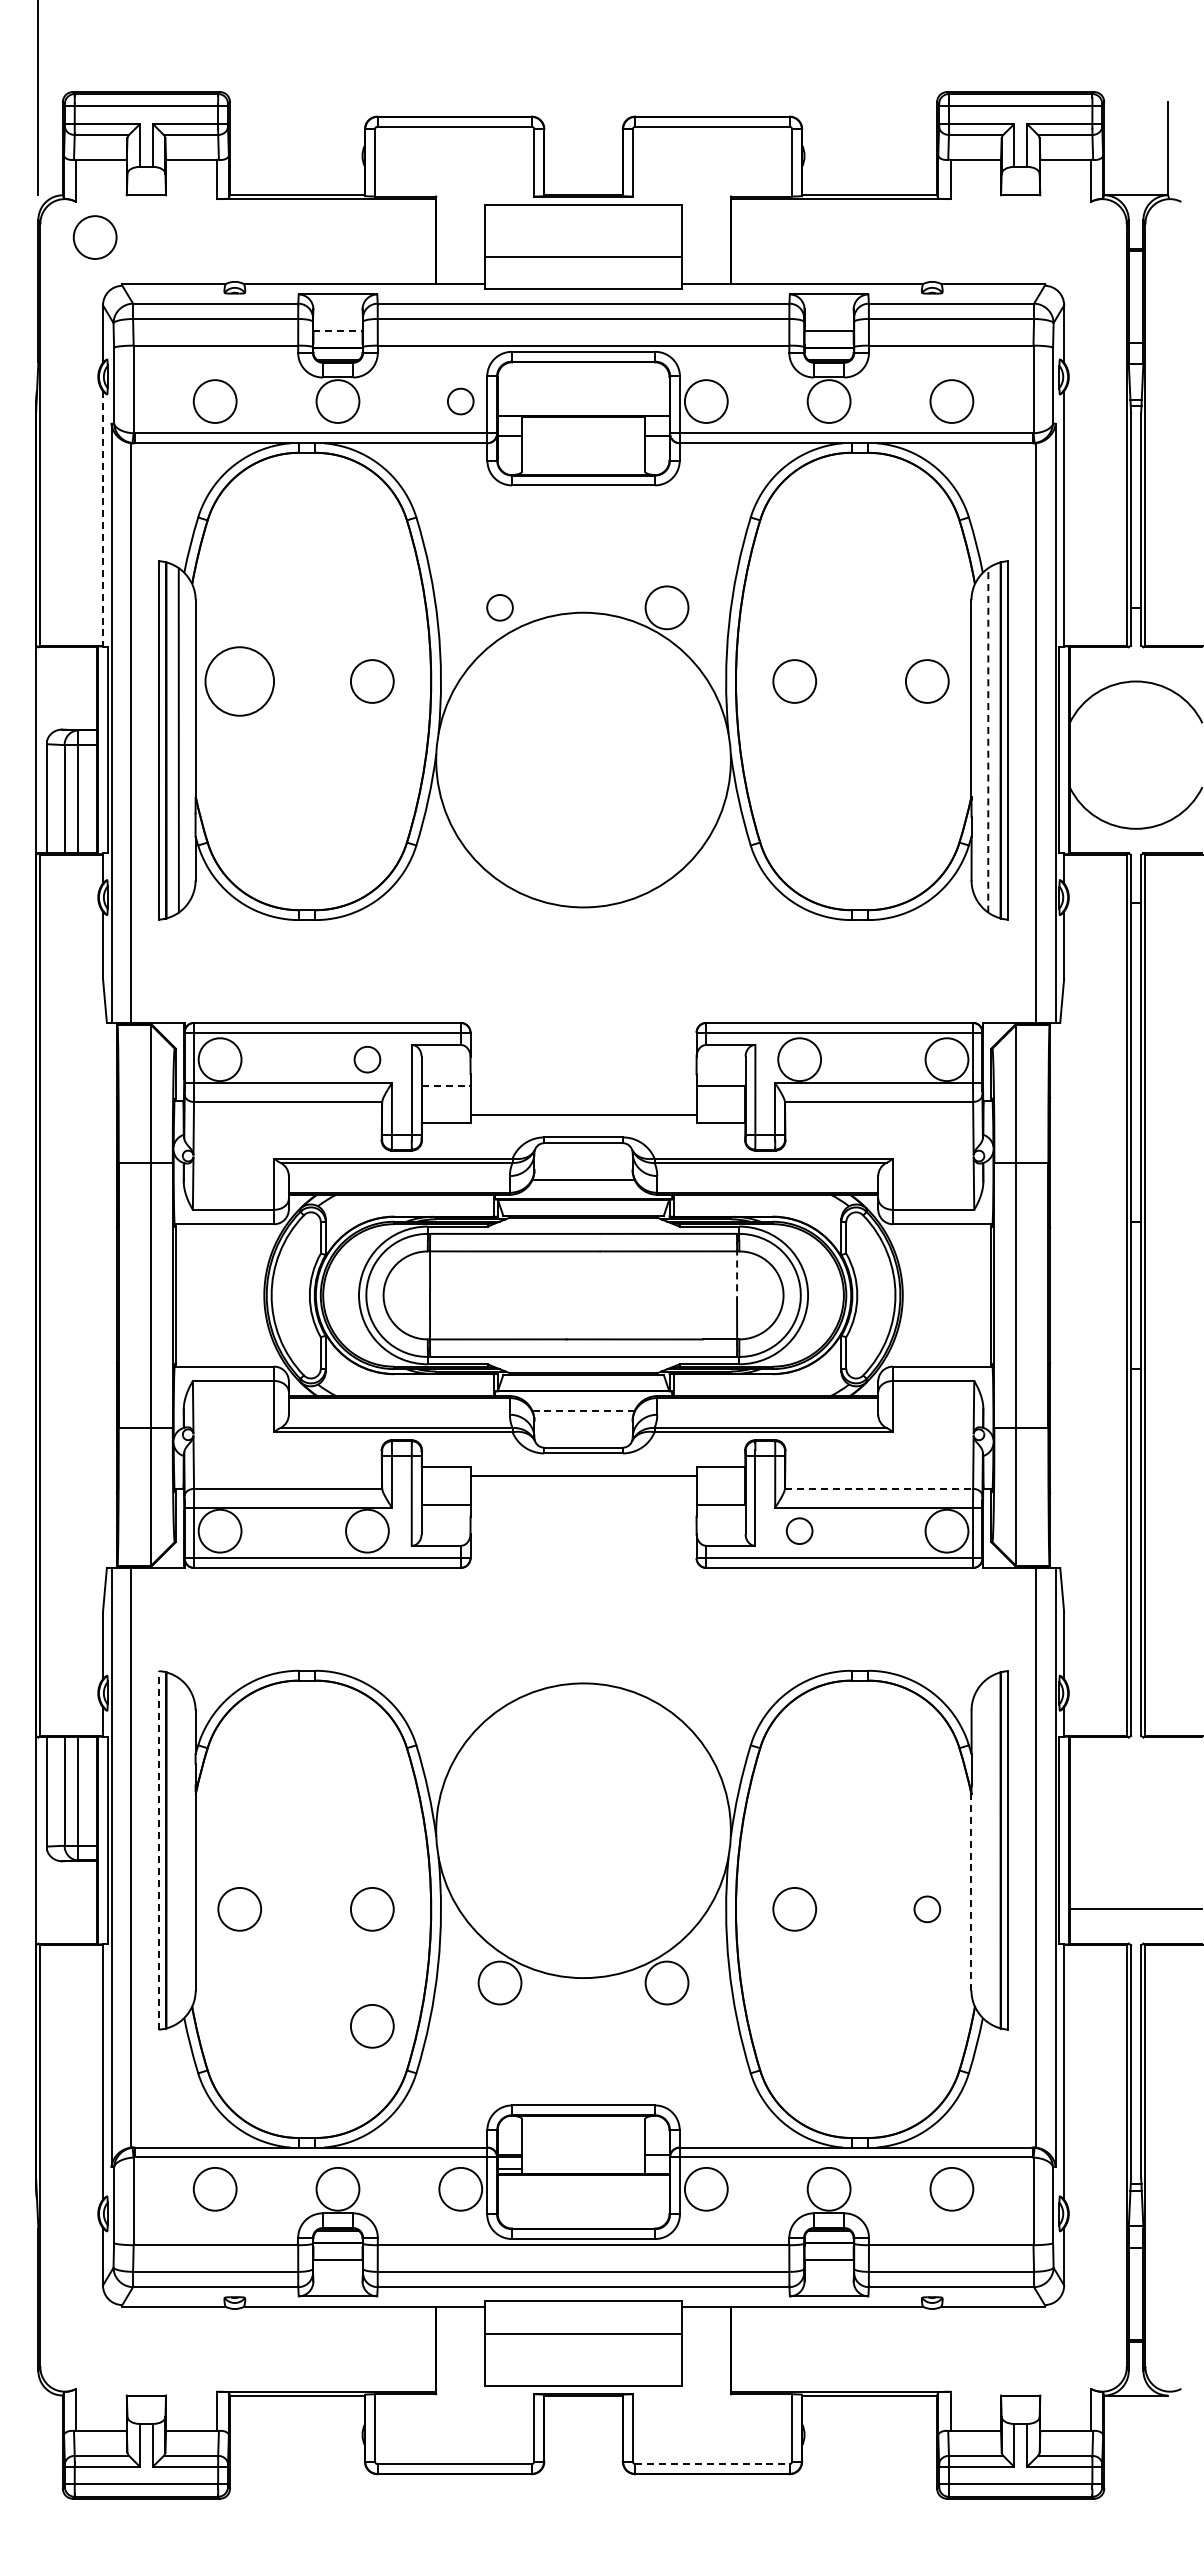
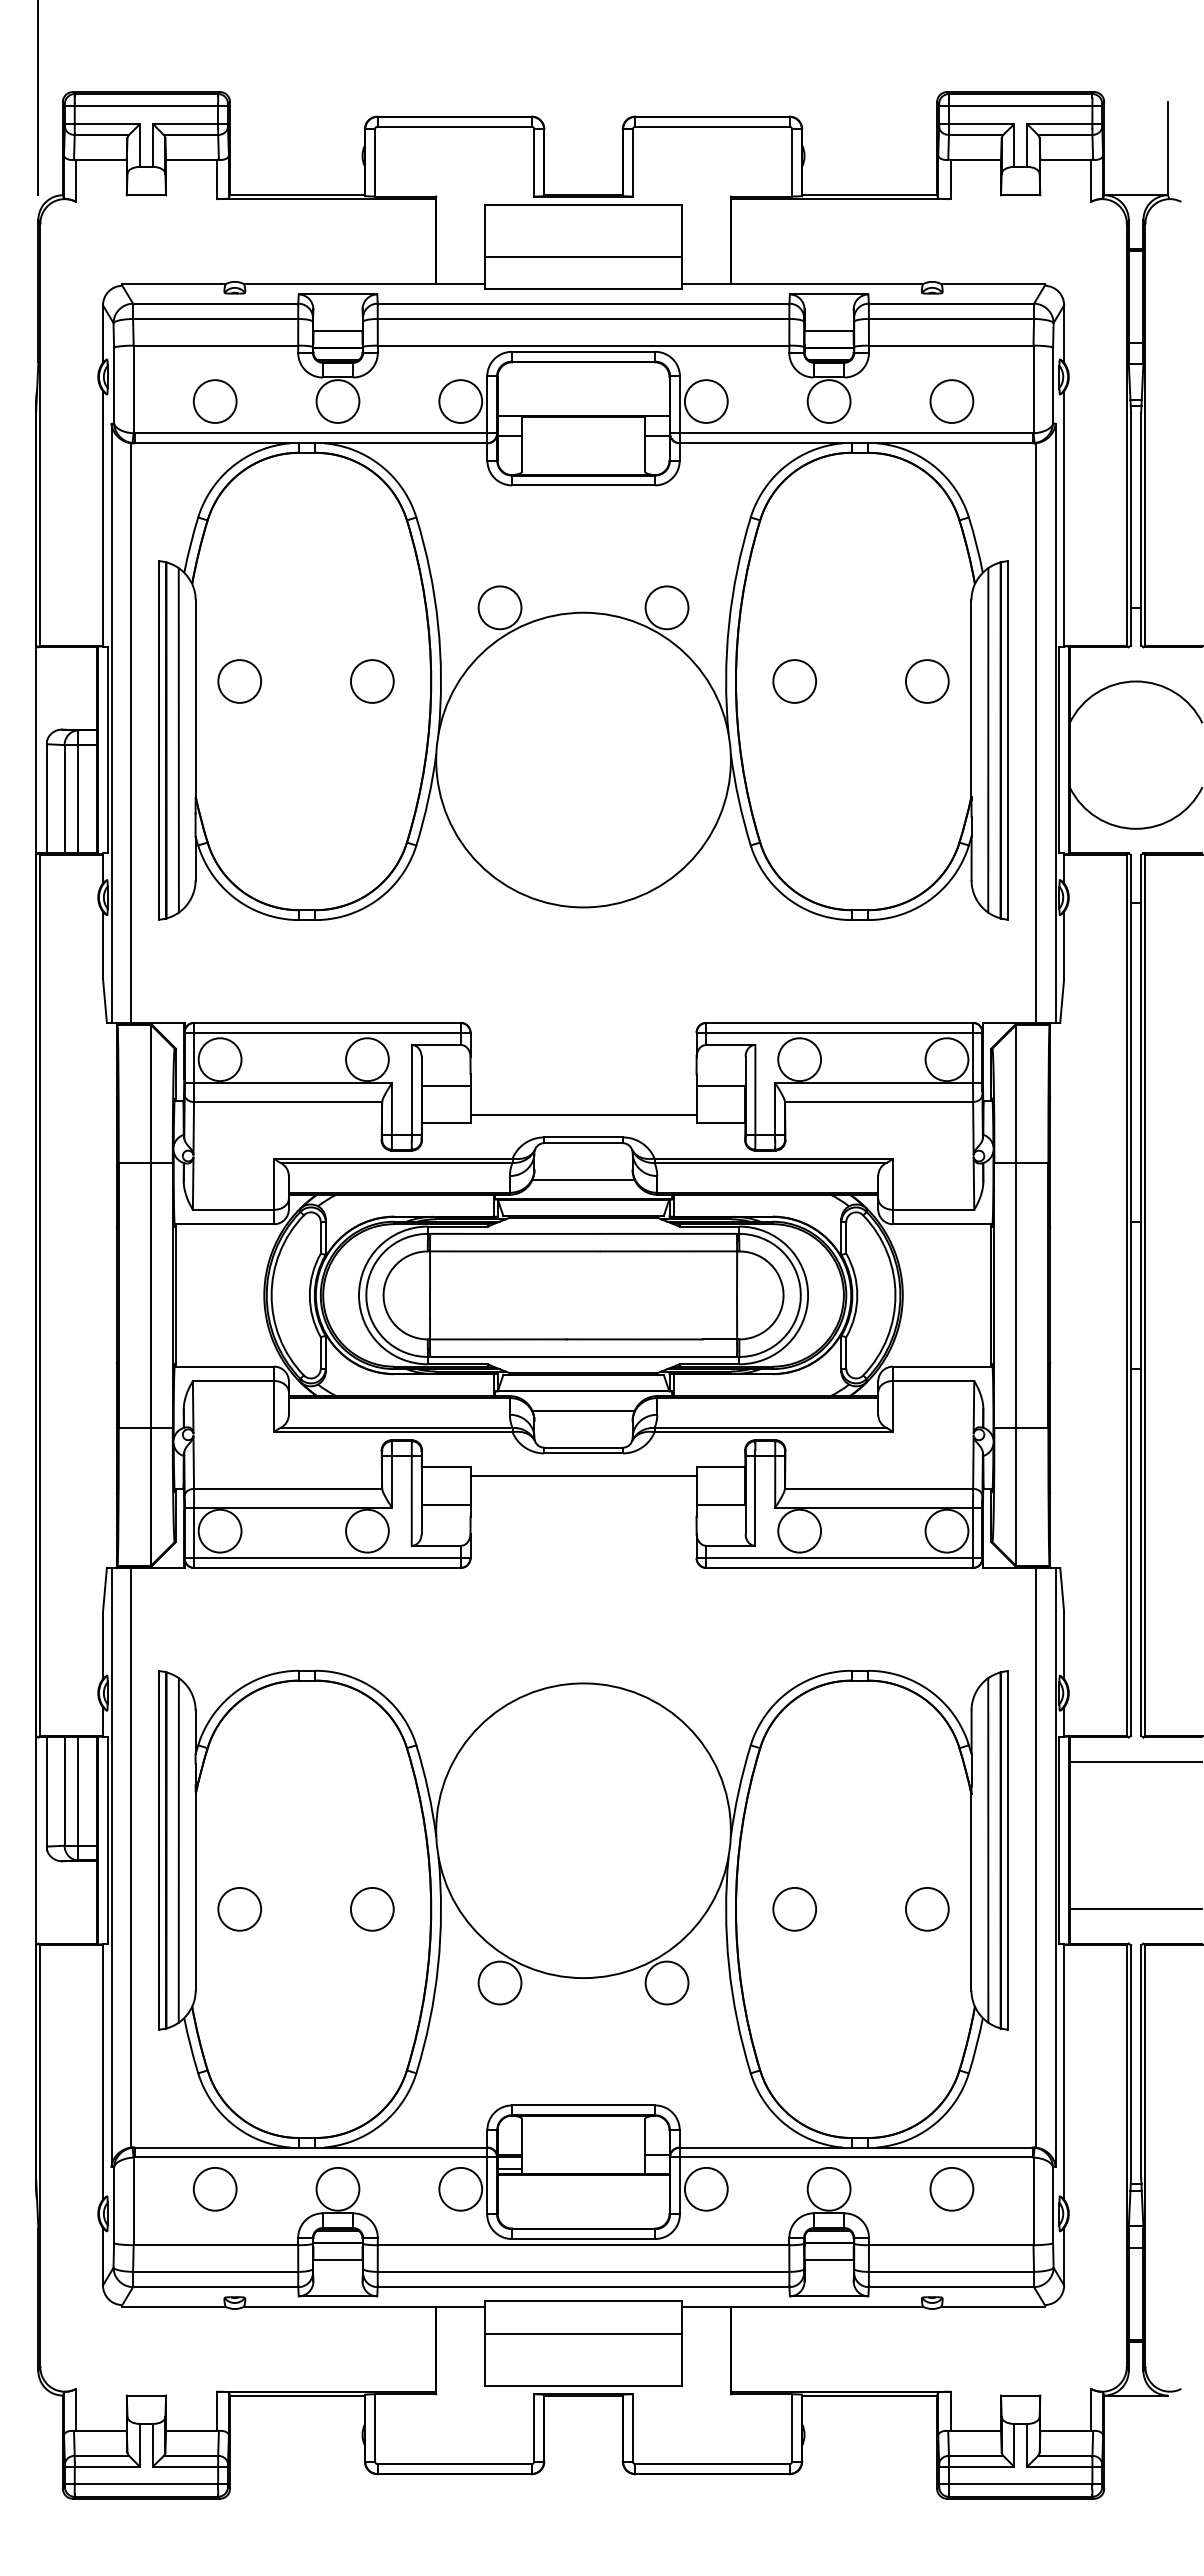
circle at (94, 237): present -> none
line at (337, 330): dashed -> solid
circle at (460, 401) diameter: 26 px -> 43 px
line at (103, 519): dashed -> solid
circle at (499, 607) diameter: 26 px -> 43 px
circle at (239, 681) diameter: 69 px -> 43 px
line at (988, 739): dashed -> solid
circle at (367, 1059) diameter: 26 px -> 43 px
line at (446, 1085): dashed -> solid
line at (737, 1274): dashed -> solid
line at (584, 1411): dashed -> solid
line at (879, 1488): dashed -> solid
circle at (799, 1531) diameter: 26 px -> 43 px
line at (1134, 1762): none -> present
line at (158, 1849): dashed -> solid
line at (178, 1850): none -> present
line at (988, 1850): none -> present
line at (971, 1891): dashed -> solid
circle at (927, 1909) diameter: 26 px -> 43 px
circle at (372, 2026): present -> none
line at (713, 2464): dashed -> solid
